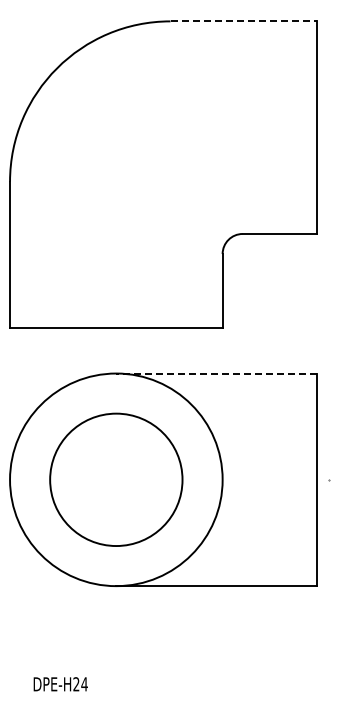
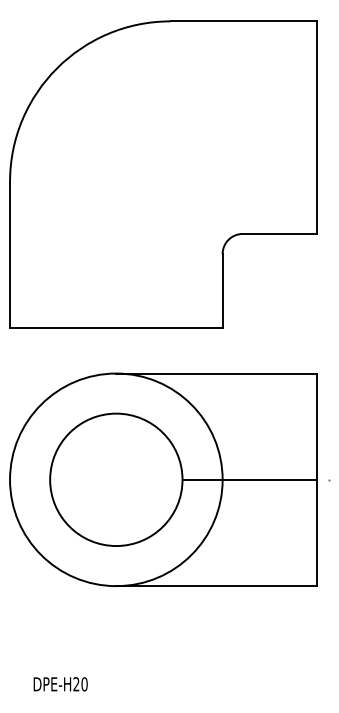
line at (244, 21): dashed -> solid
line at (216, 373): dashed -> solid
line at (249, 479): none -> present
text at (84, 684): DPE-H24 -> DPE-H20
